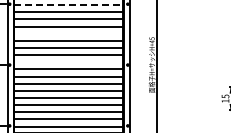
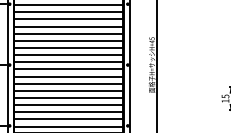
line at (69, 5): dashed -> solid
line at (68, 33): none -> present
line at (68, 62): none -> present
